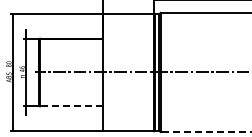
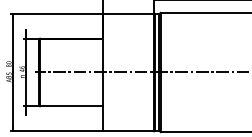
line at (70, 106): dashed -> solid
line at (205, 132): dashed -> solid
